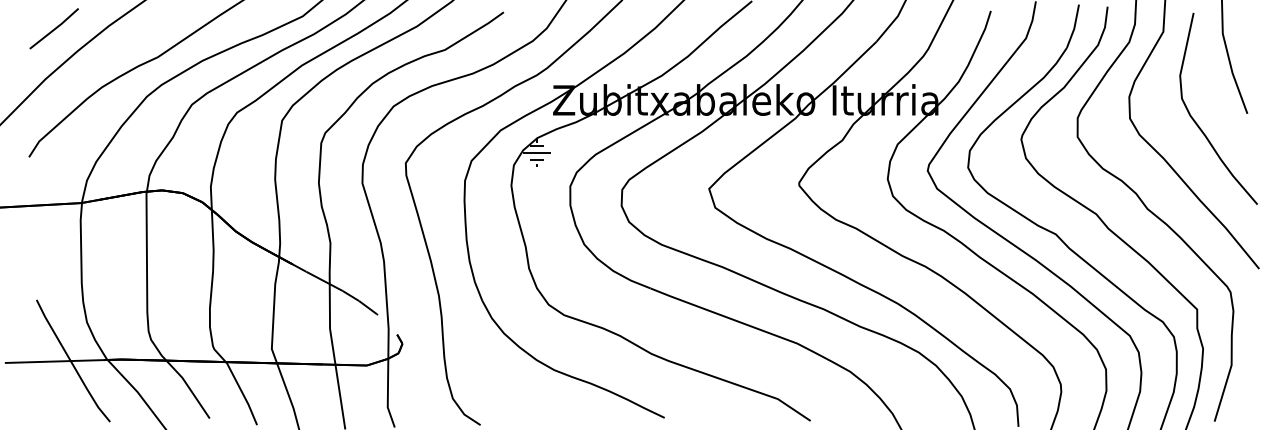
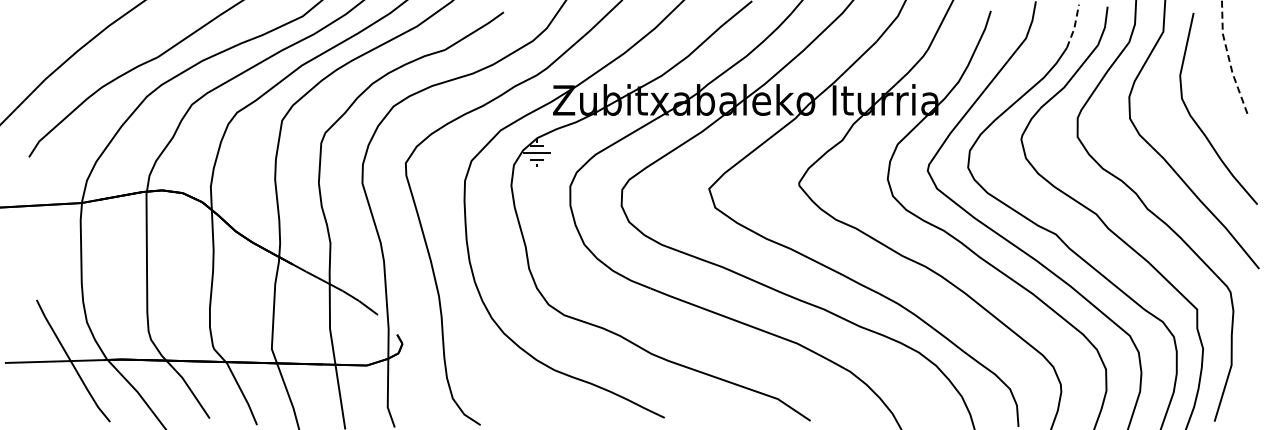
line at (1074, 26): solid -> dashed
line at (54, 28): present -> none
line at (1228, 57): solid -> dashed
